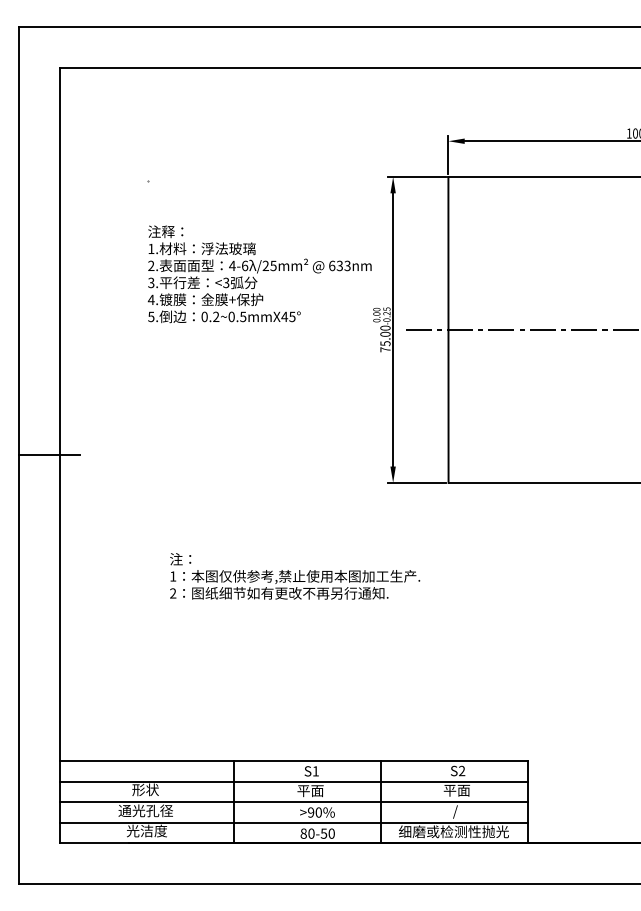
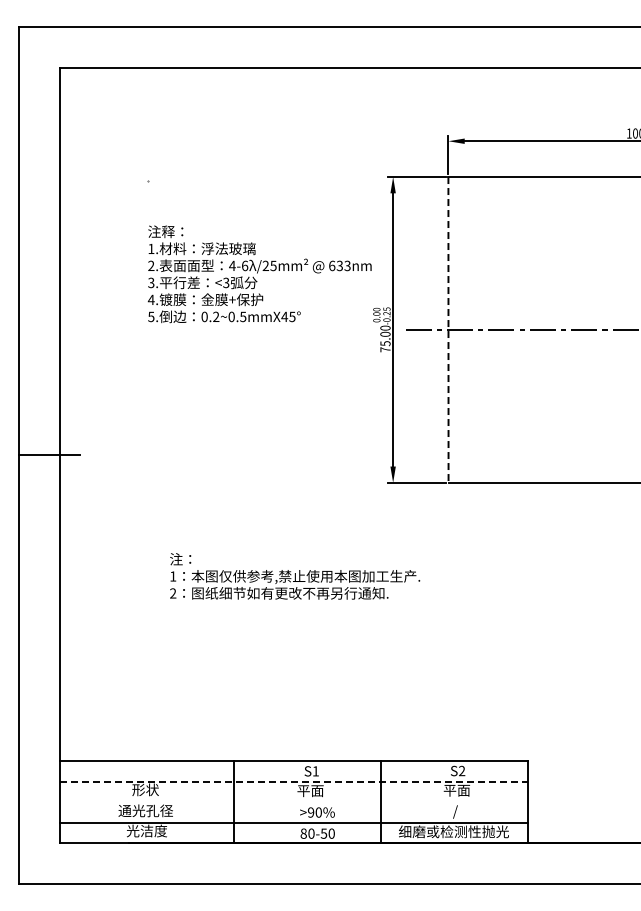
line at (448, 329): solid -> dashed
line at (293, 781): solid -> dashed
line at (293, 802): present -> none
